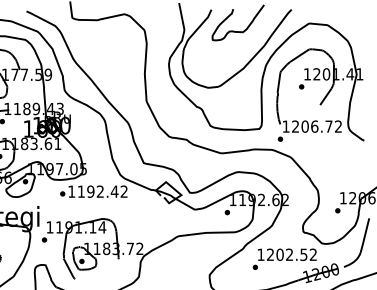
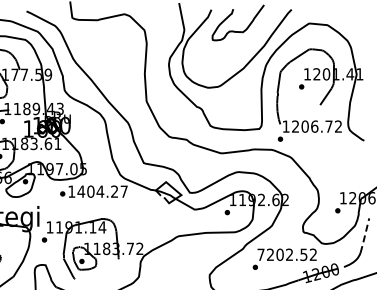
text at (102, 191): 1192.42 -> 1404.27
line at (365, 235): solid -> dashed
text at (260, 254): 1202.52 -> 7202.52
